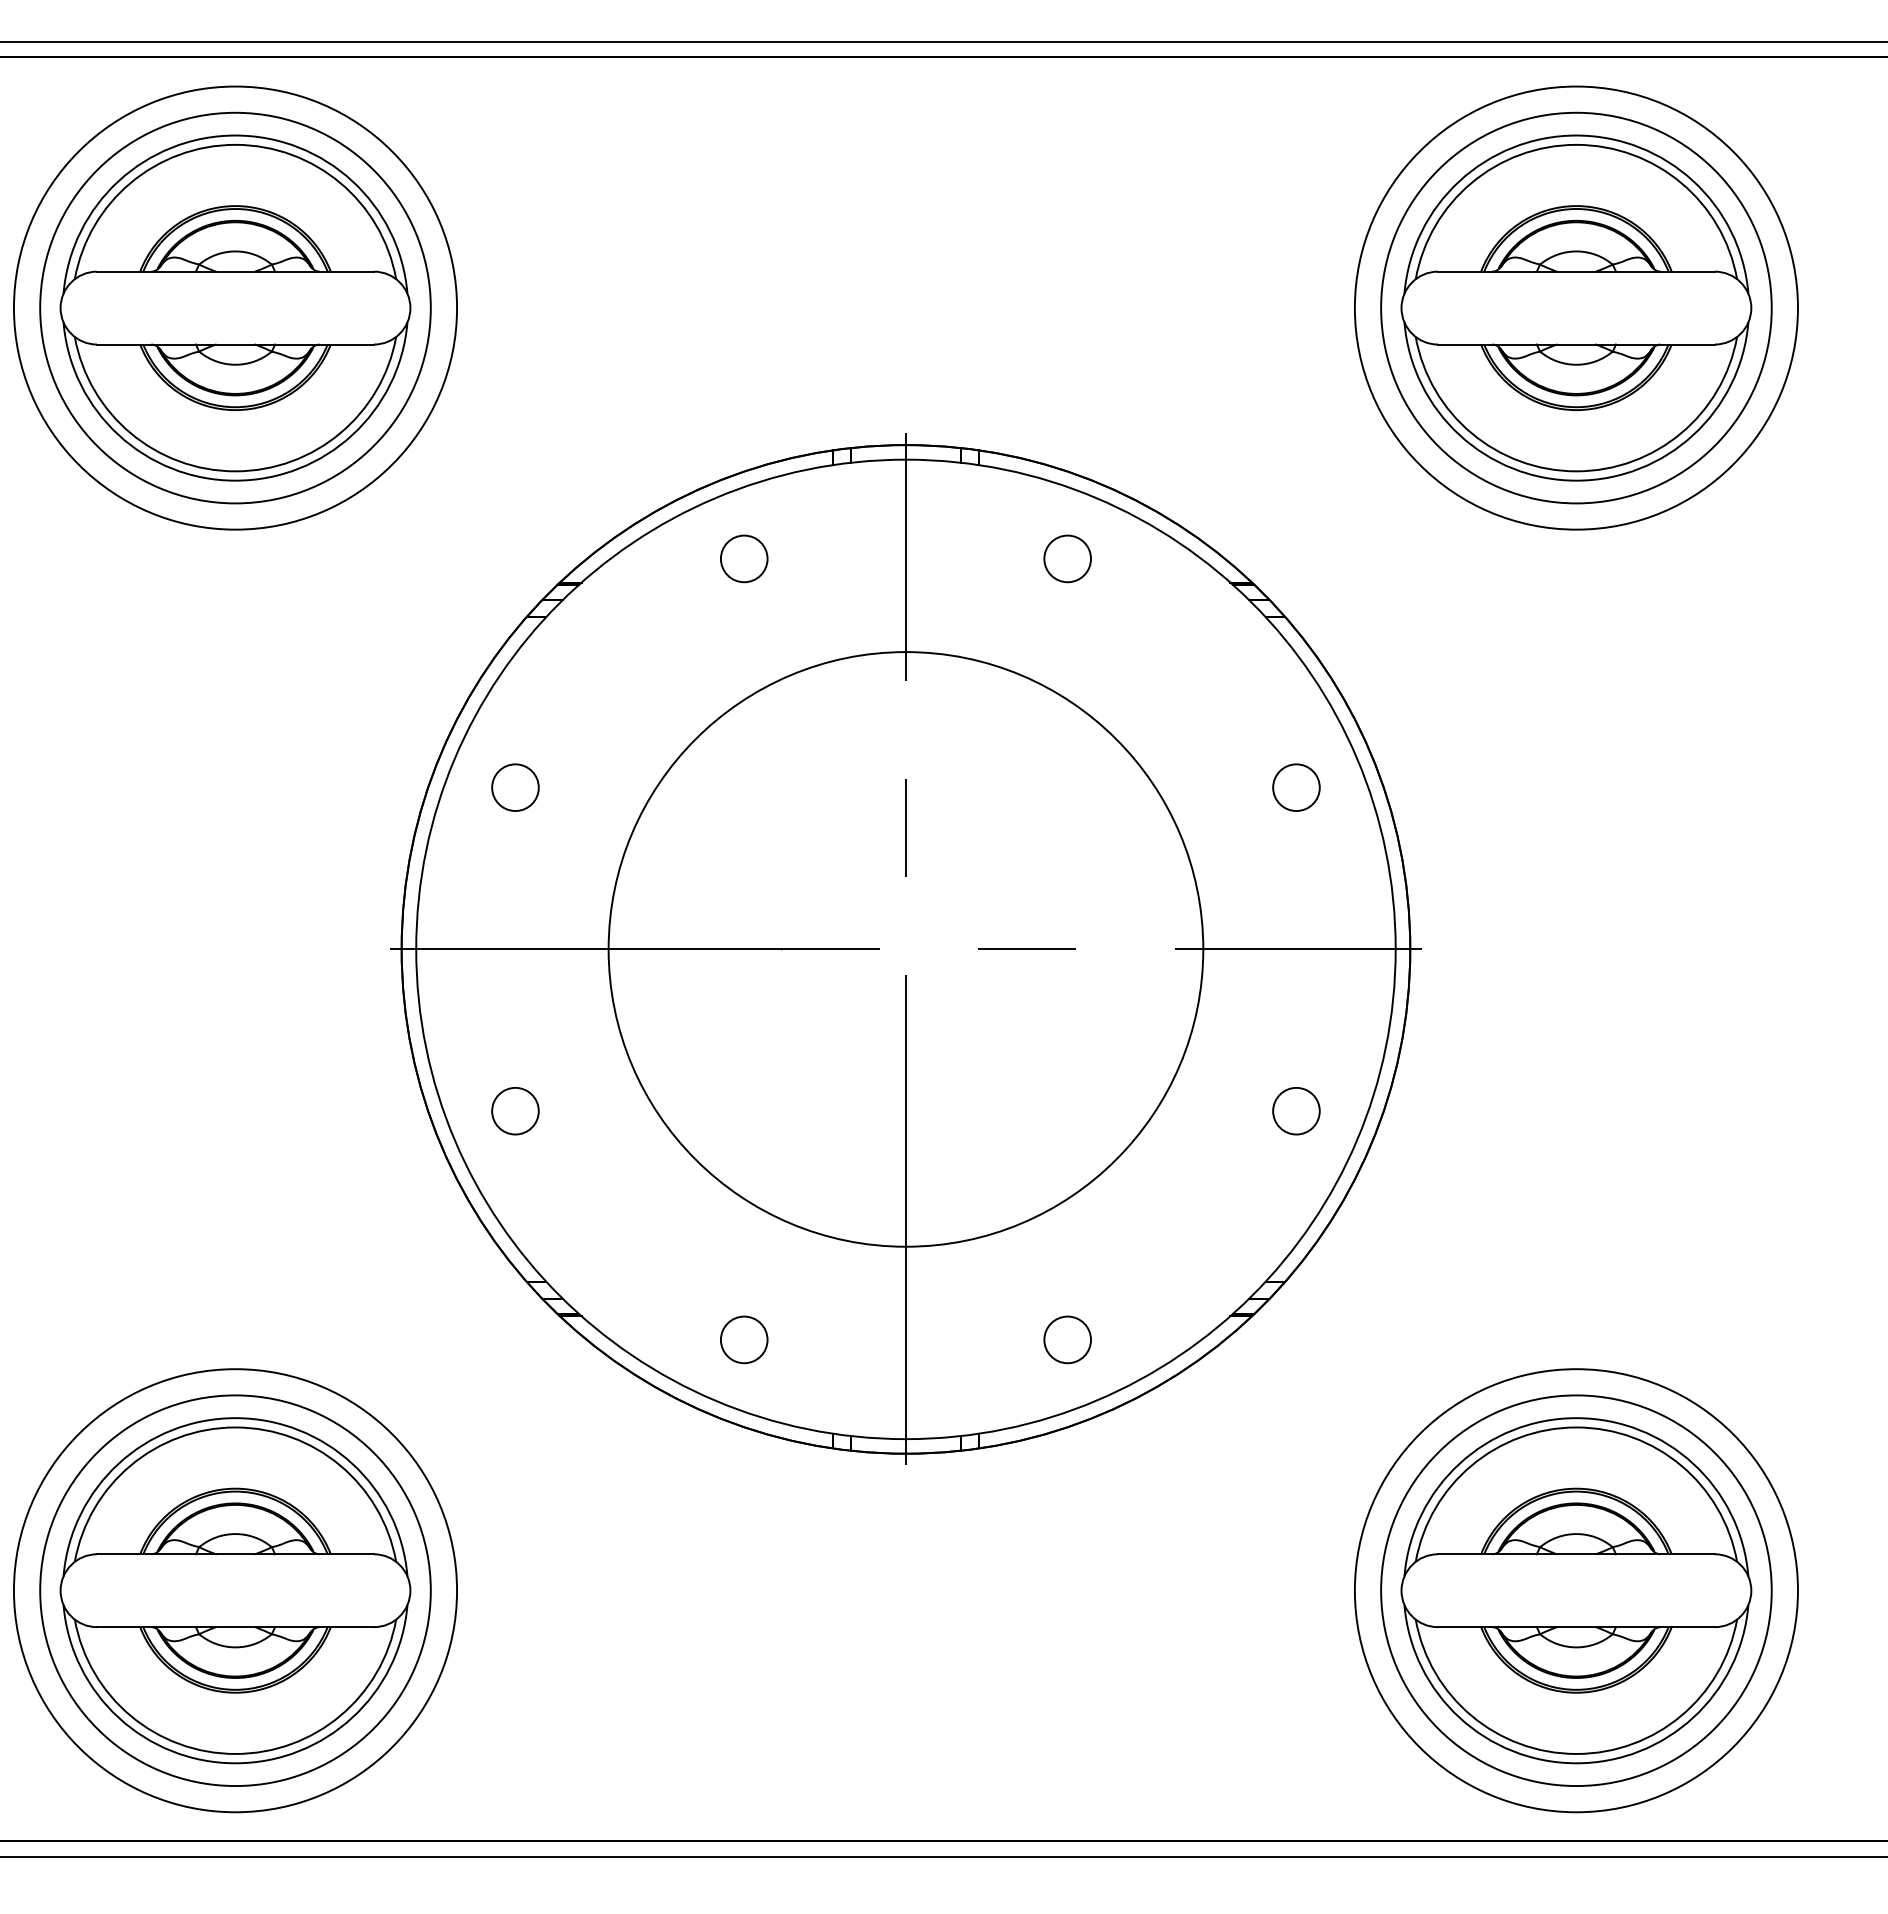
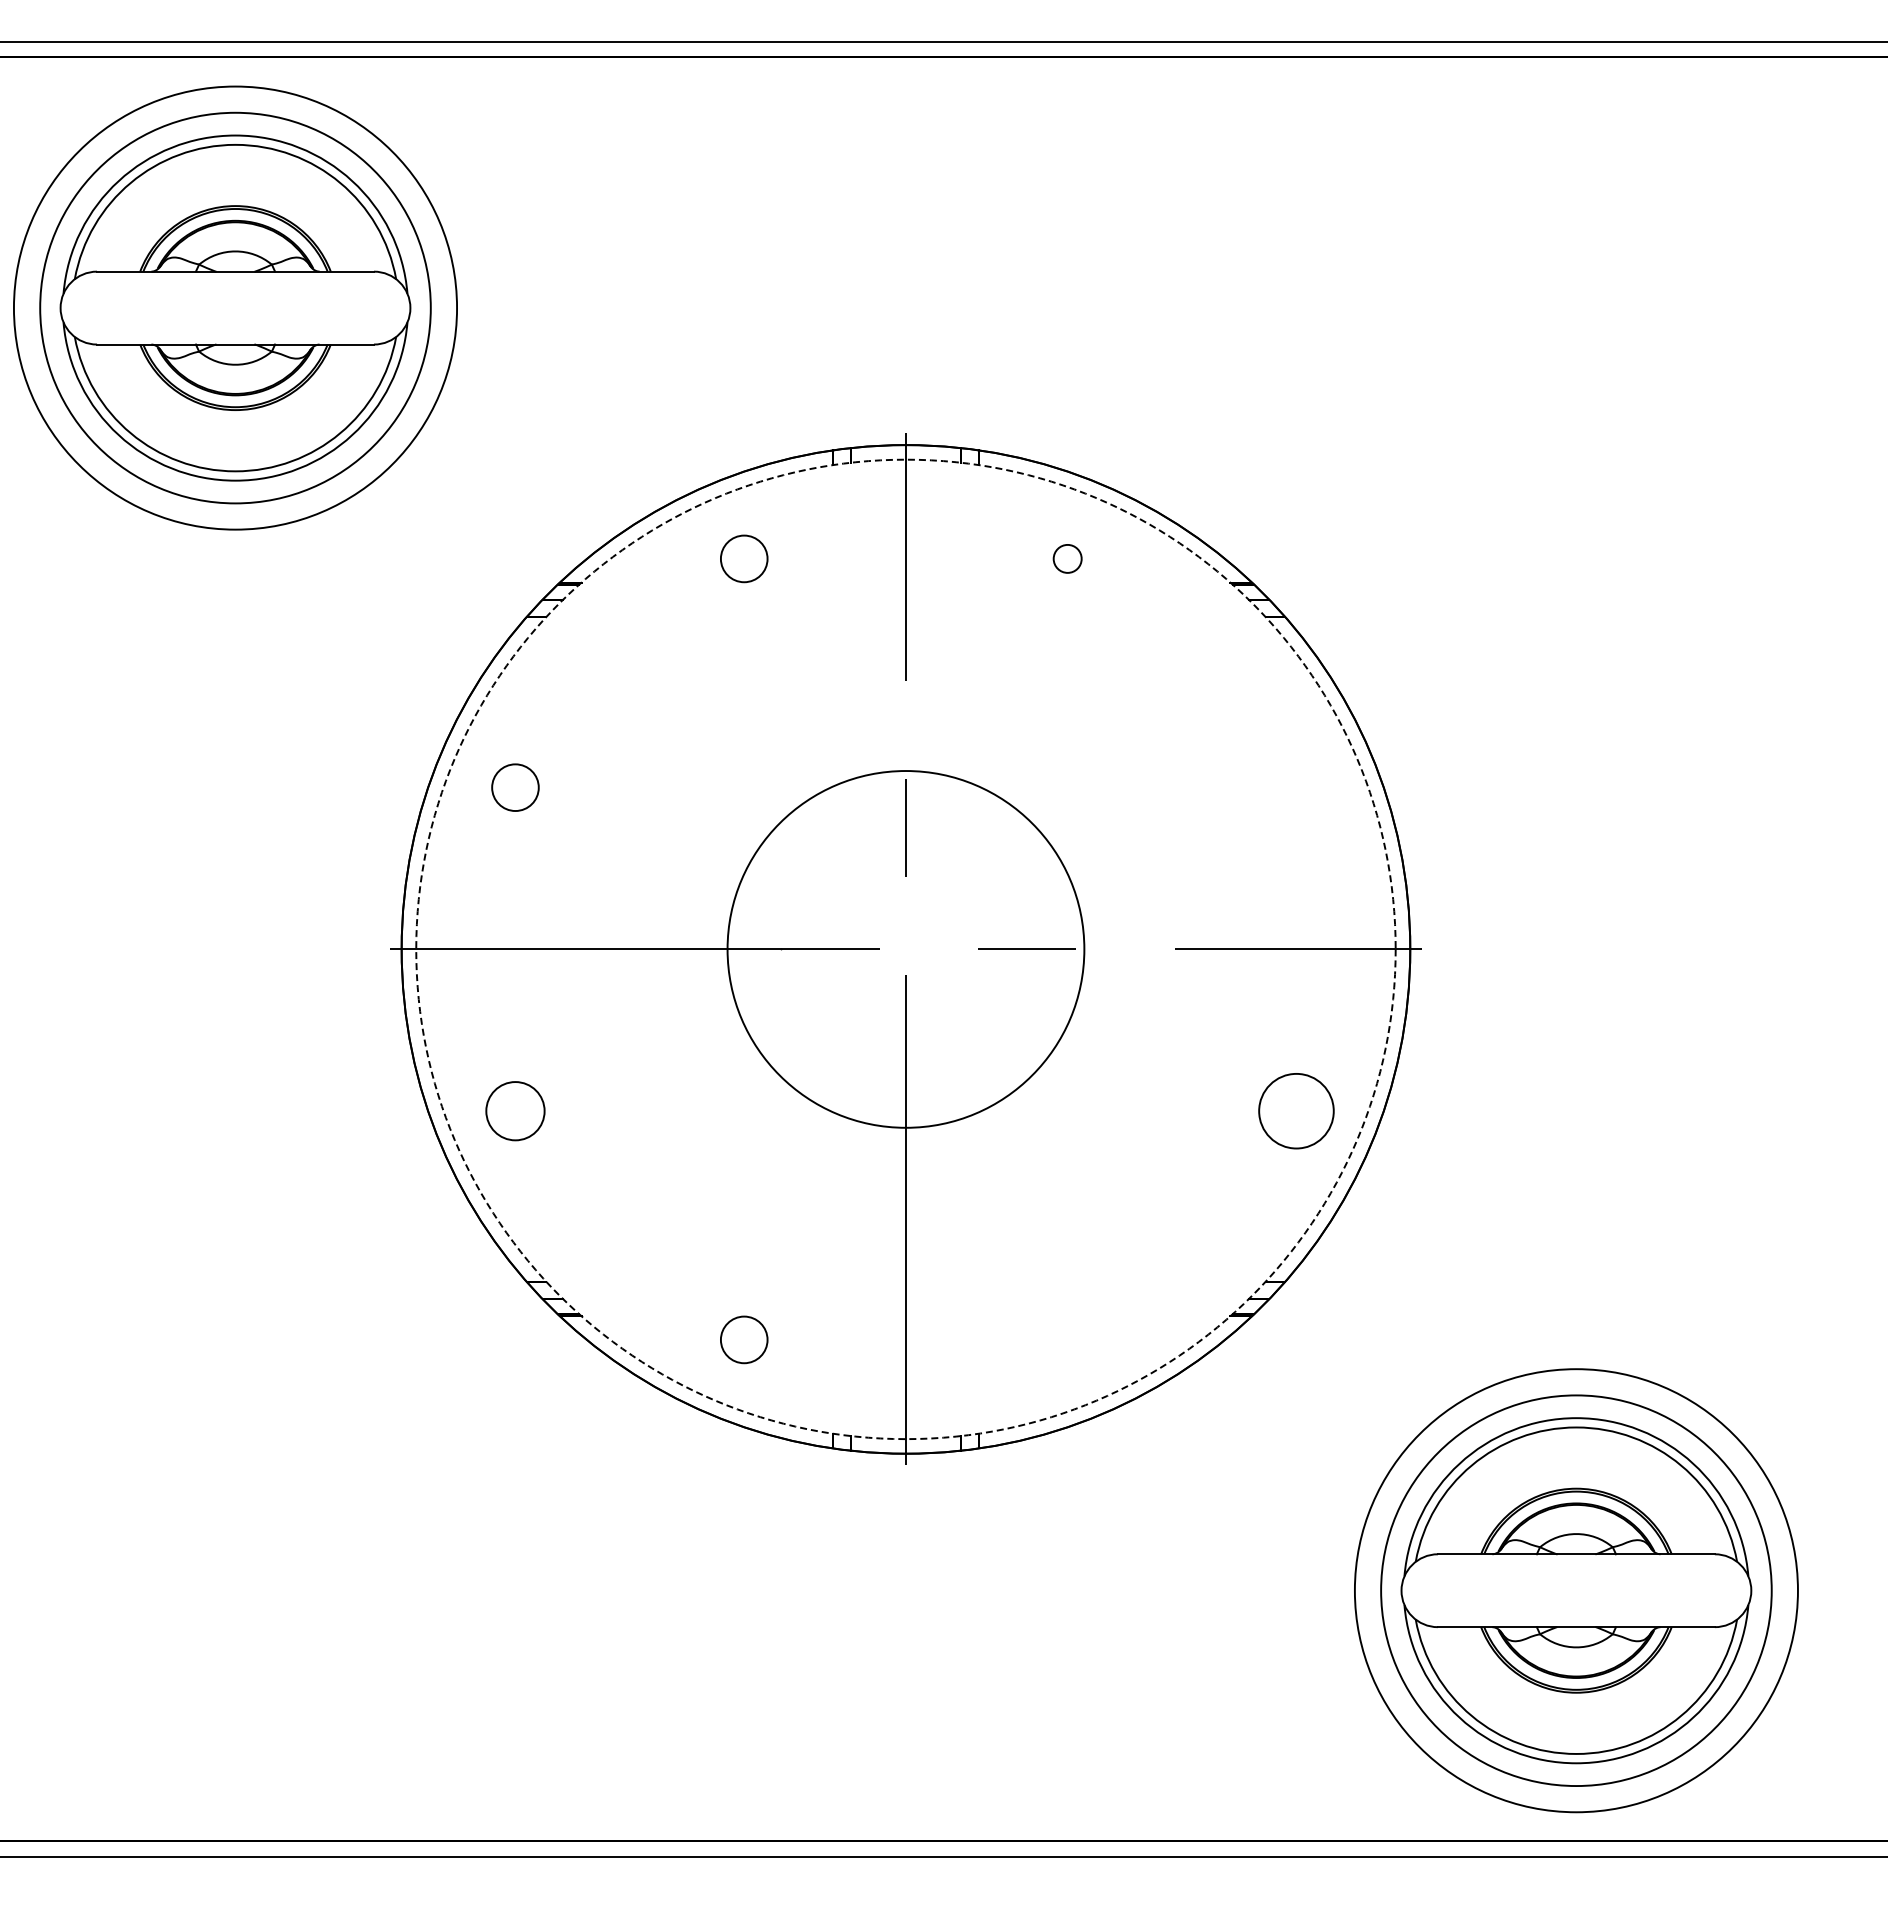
part at (1576, 307): present -> none
circle at (1067, 558) diameter: 47 px -> 28 px
circle at (1296, 787): present -> none
circle at (905, 949) diameter: 595 px -> 357 px
circle at (905, 949): solid -> dashed
circle at (515, 1110) diameter: 47 px -> 58 px
circle at (1296, 1110) diameter: 47 px -> 75 px
circle at (1067, 1339): present -> none
part at (235, 1590): present -> none
